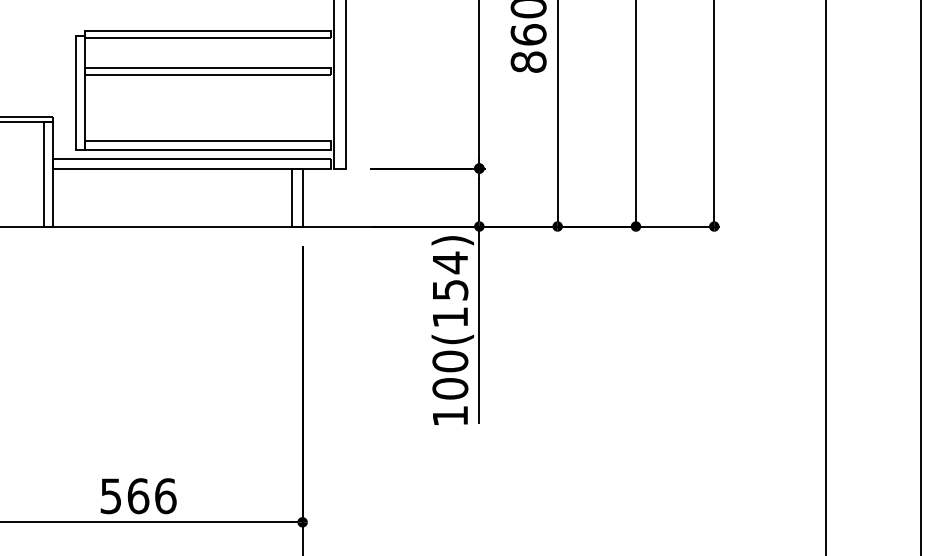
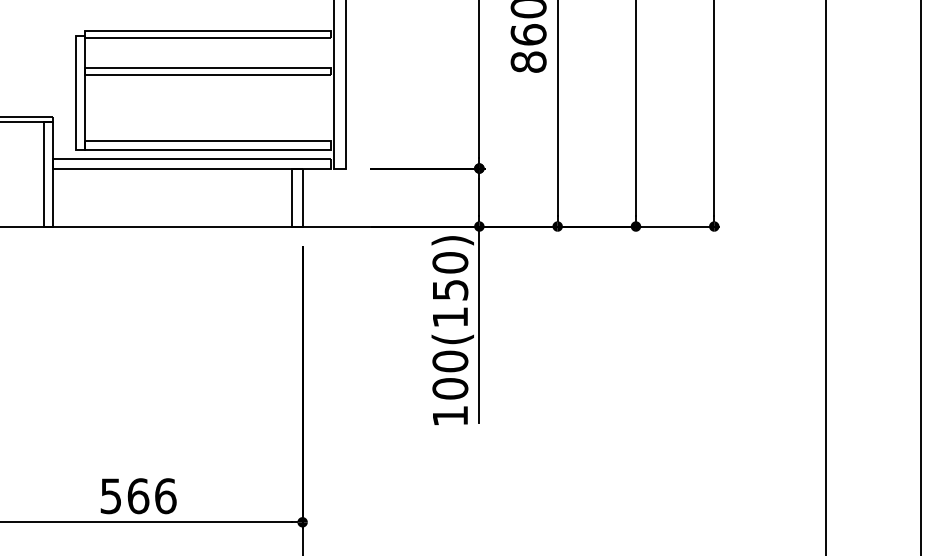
text at (450, 262): 100(154) -> 100(150)
